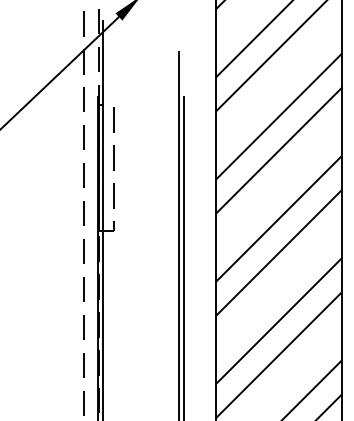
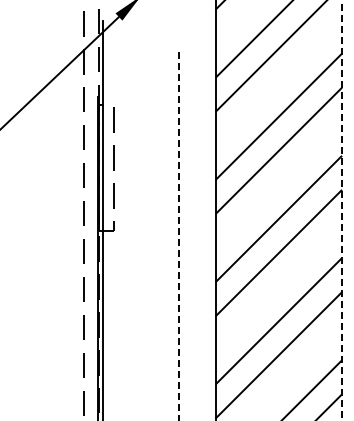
line at (342, 210): solid -> dashed
line at (178, 236): solid -> dashed
line at (183, 257): present -> none
